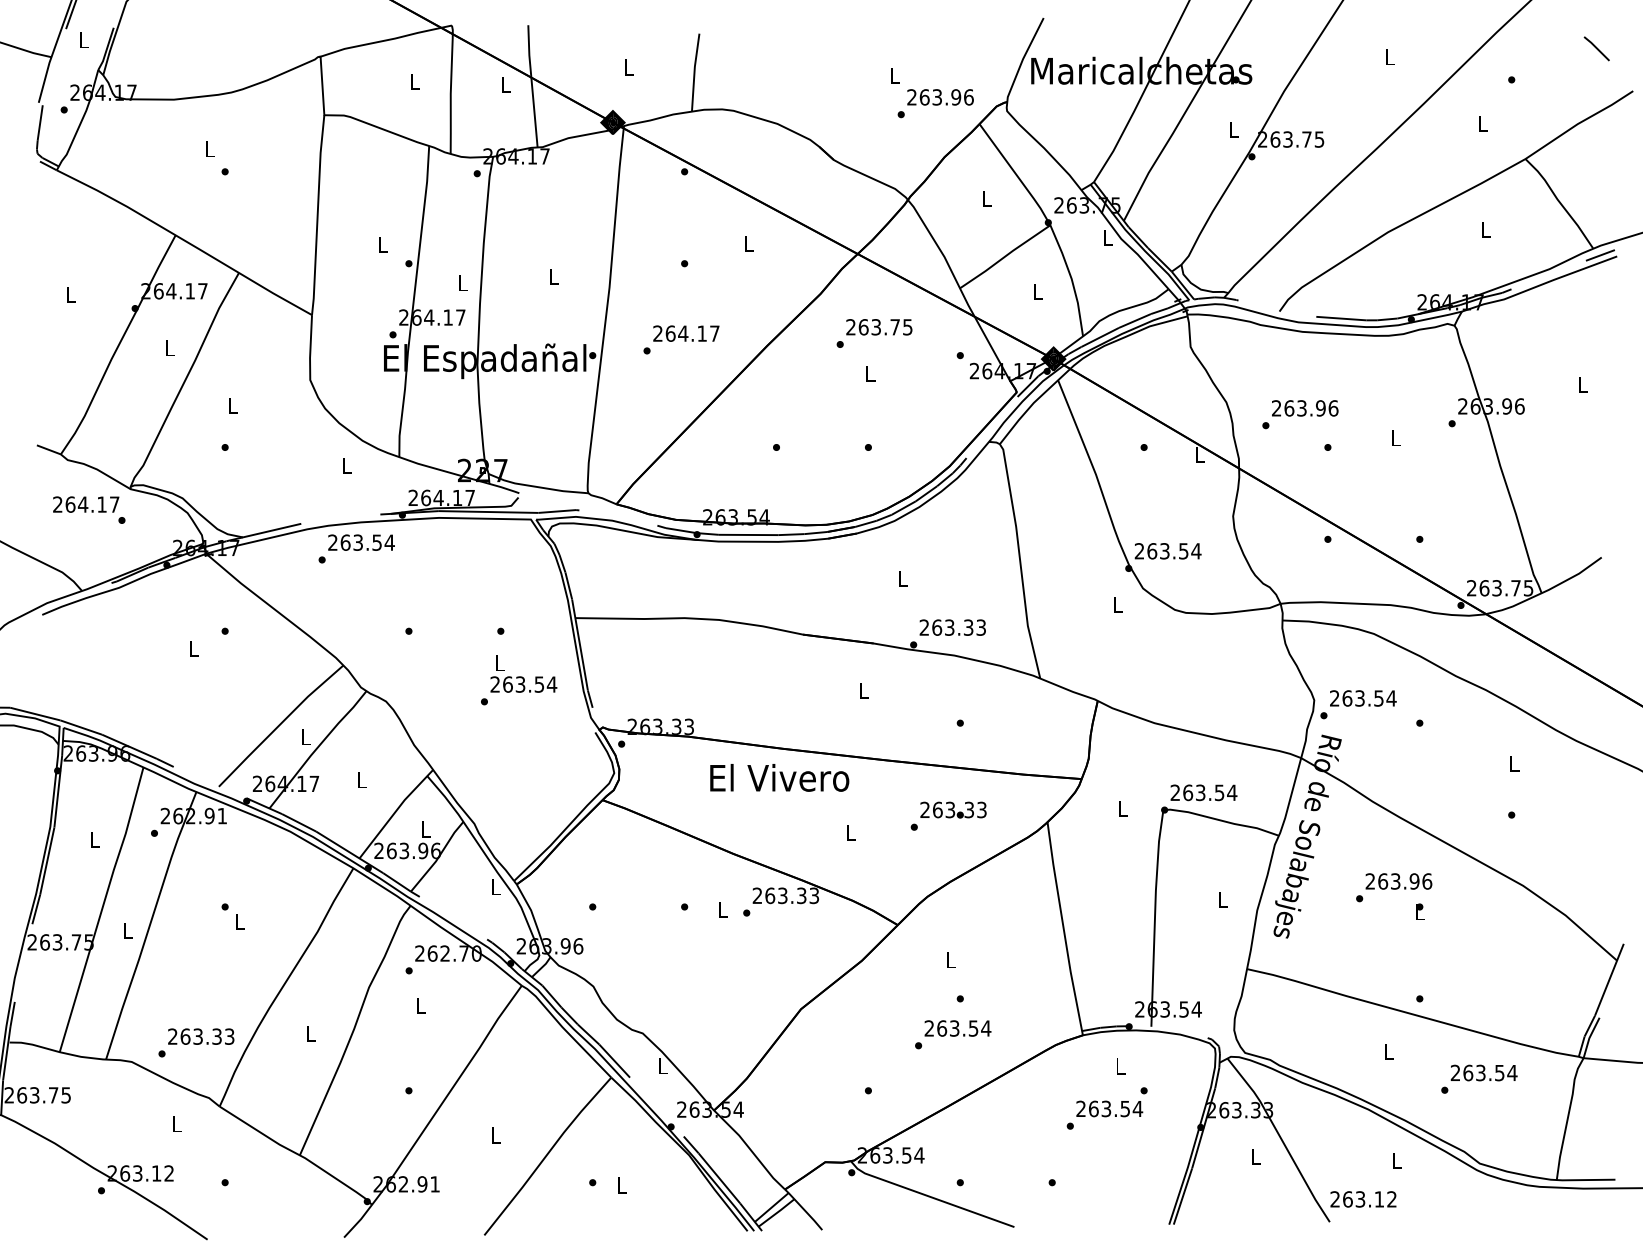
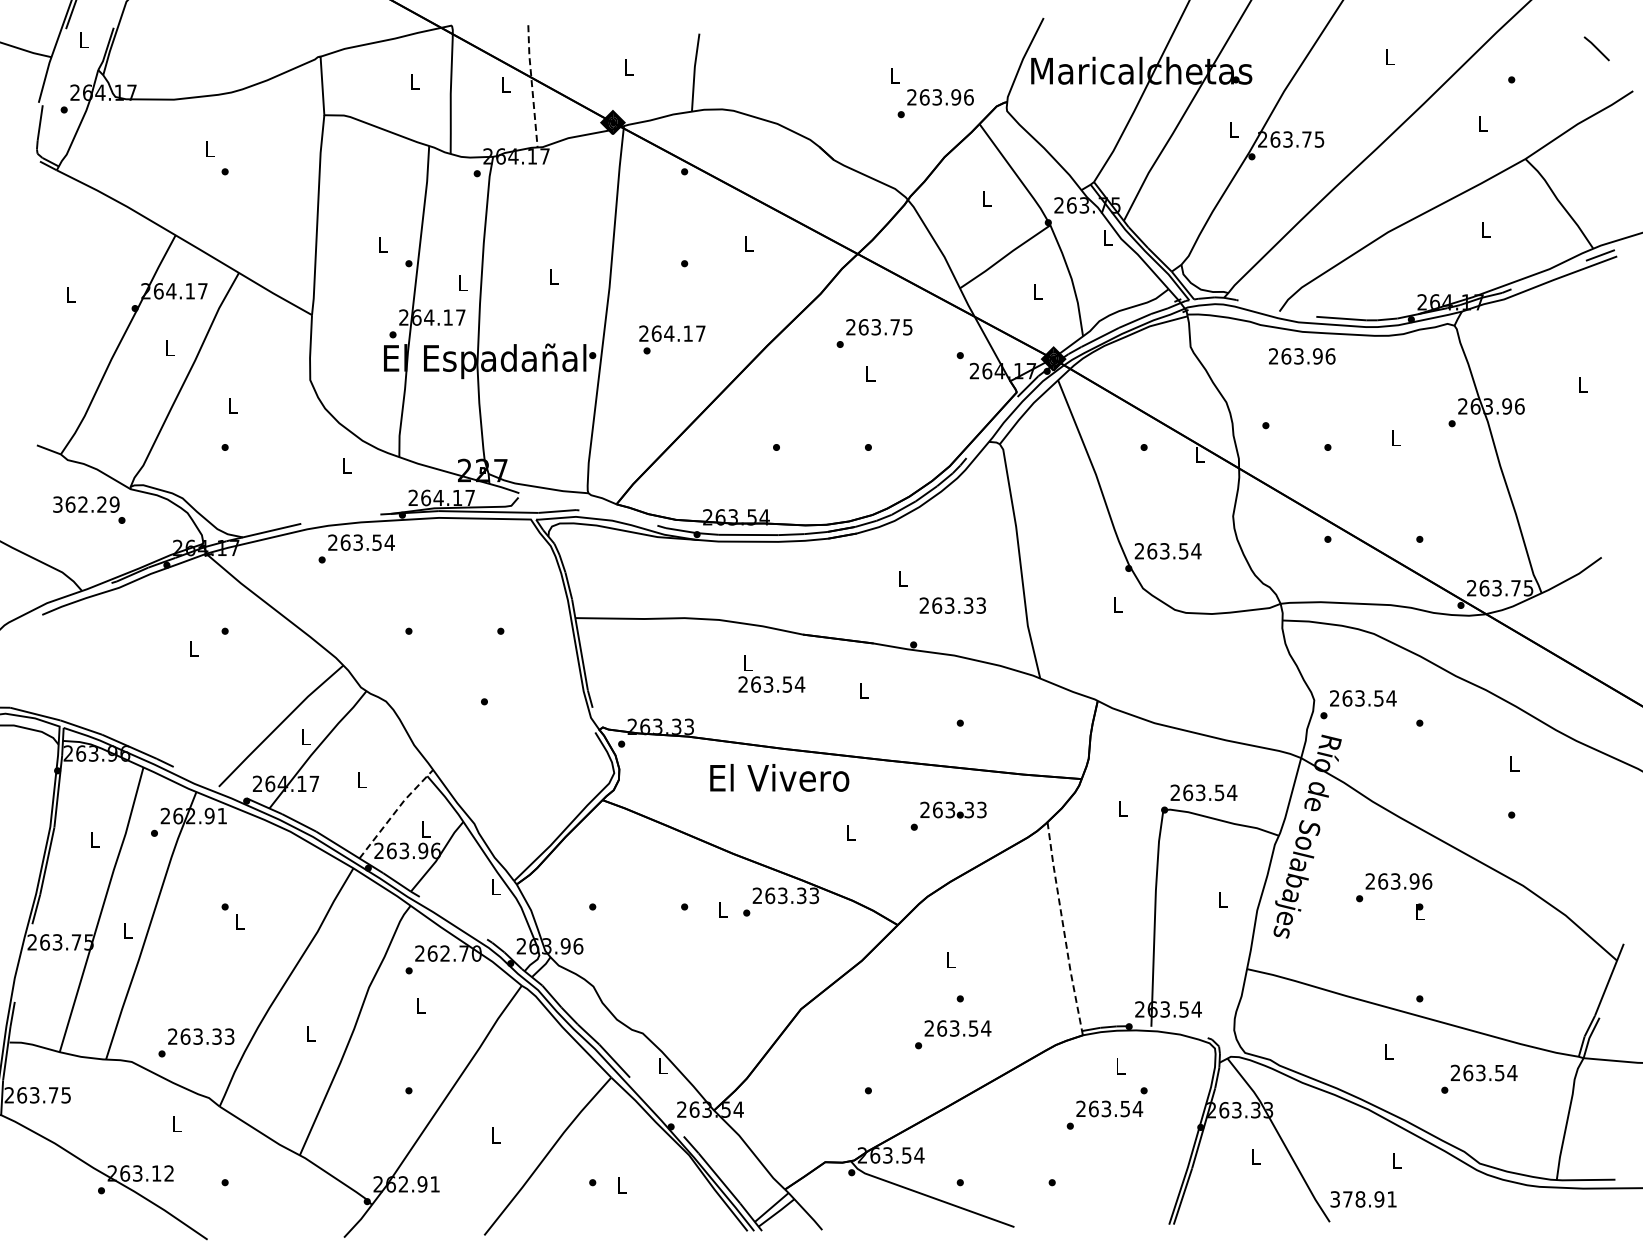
line at (532, 86): solid -> dashed
text at (686, 333) position: (686, 333) -> (672, 333)
text at (1305, 408) position: (1305, 408) -> (1302, 356)
text at (86, 504): 264.17 -> 362.29
text at (952, 627) position: (952, 627) -> (952, 605)
text at (523, 673) position: (523, 673) -> (771, 673)
line at (395, 811): solid -> dashed
line at (1063, 928): solid -> dashed
text at (1363, 1199): 263.12 -> 378.91
